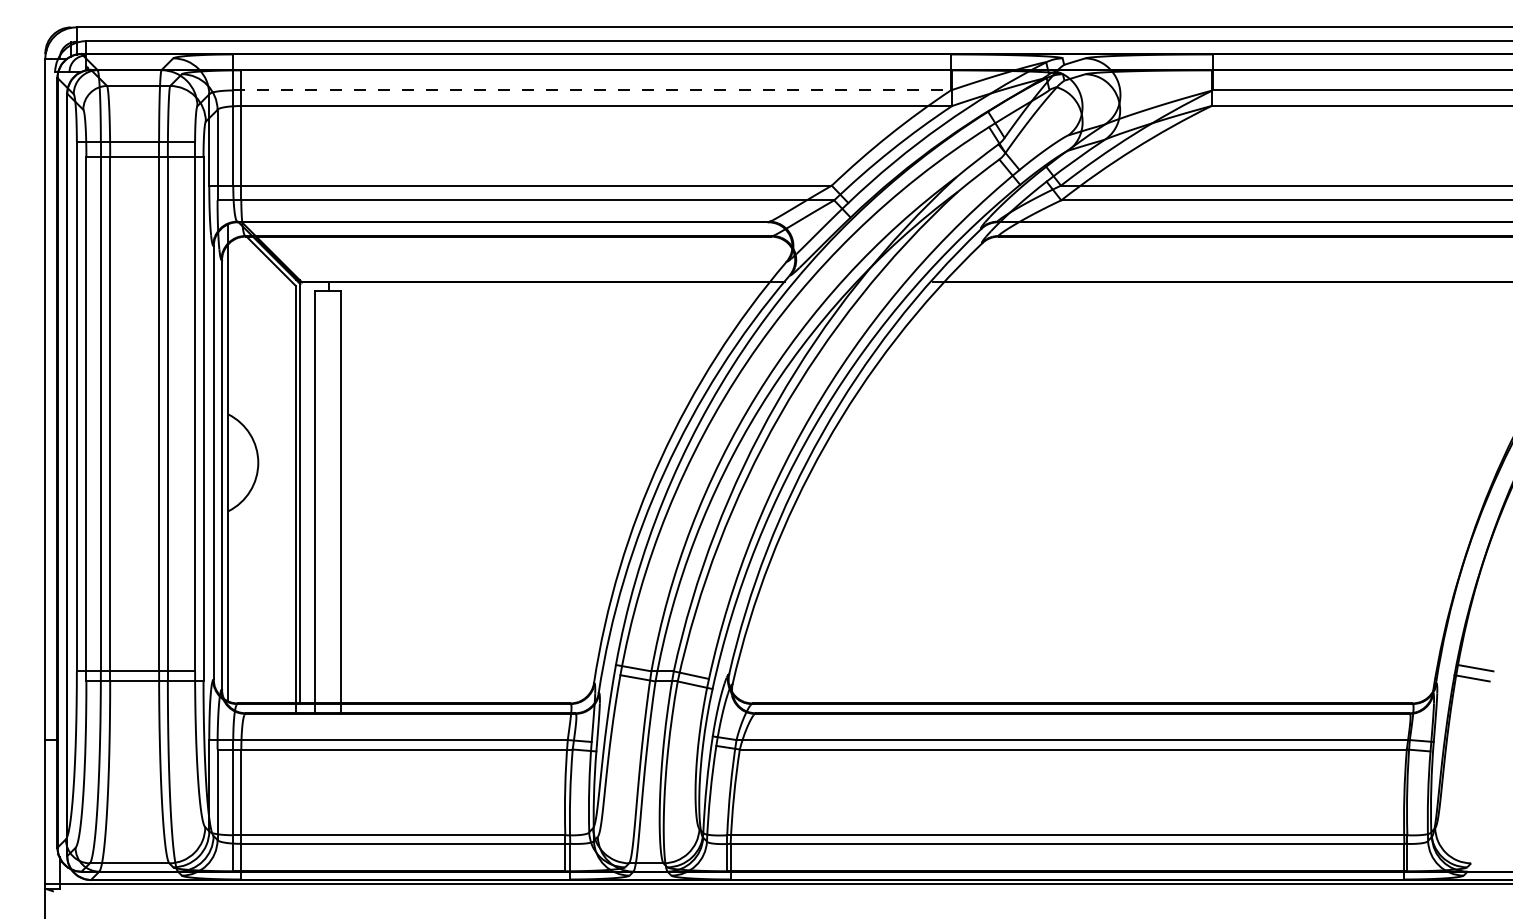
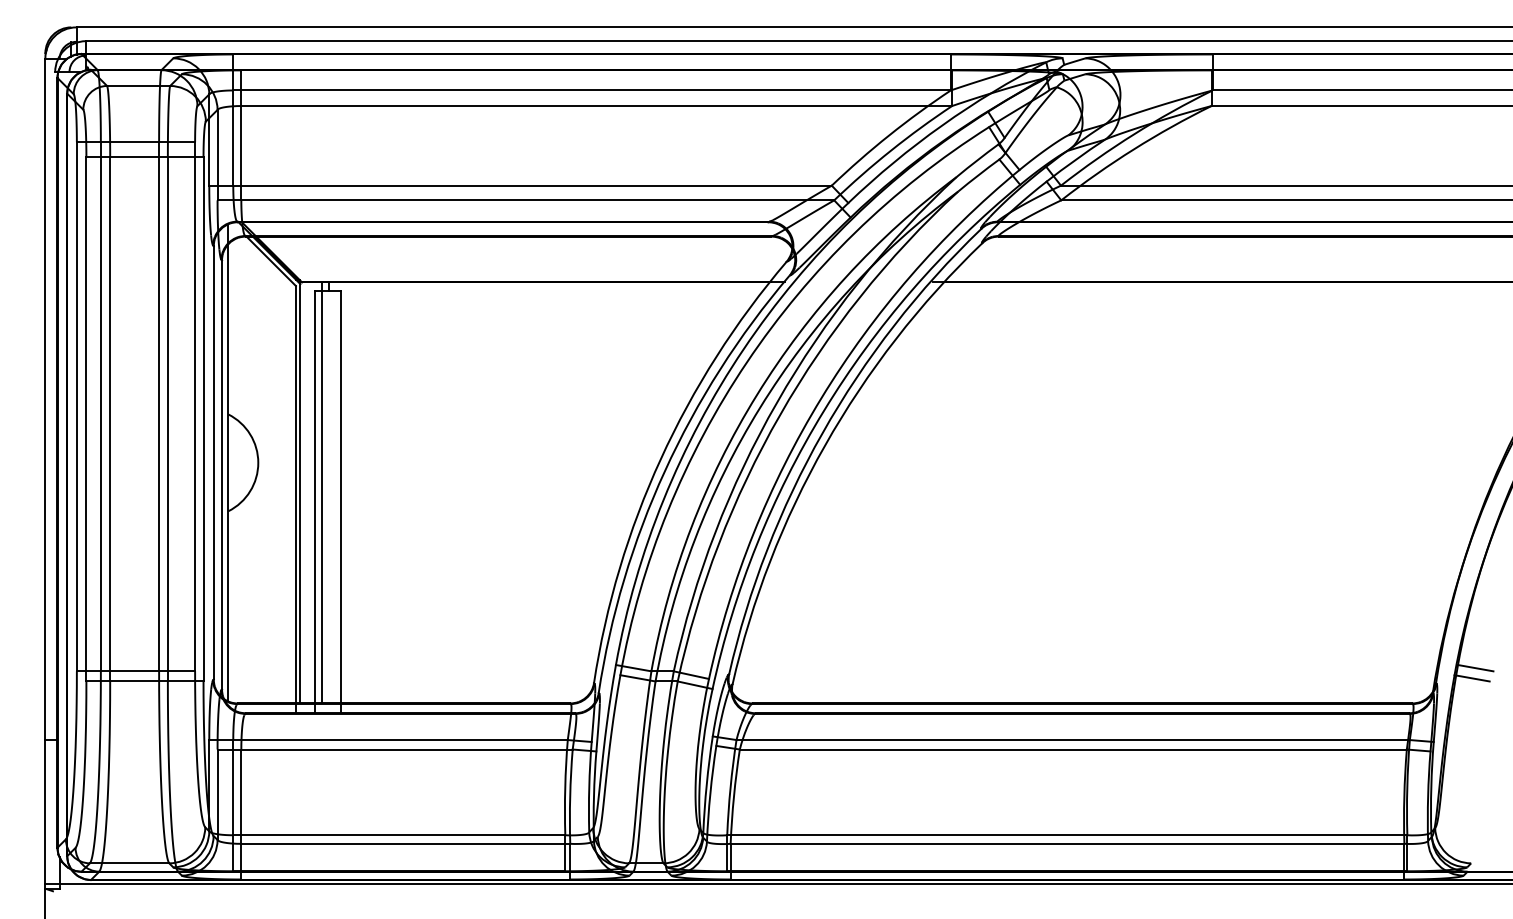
line at (592, 90): dashed -> solid
line at (322, 492): none -> present
